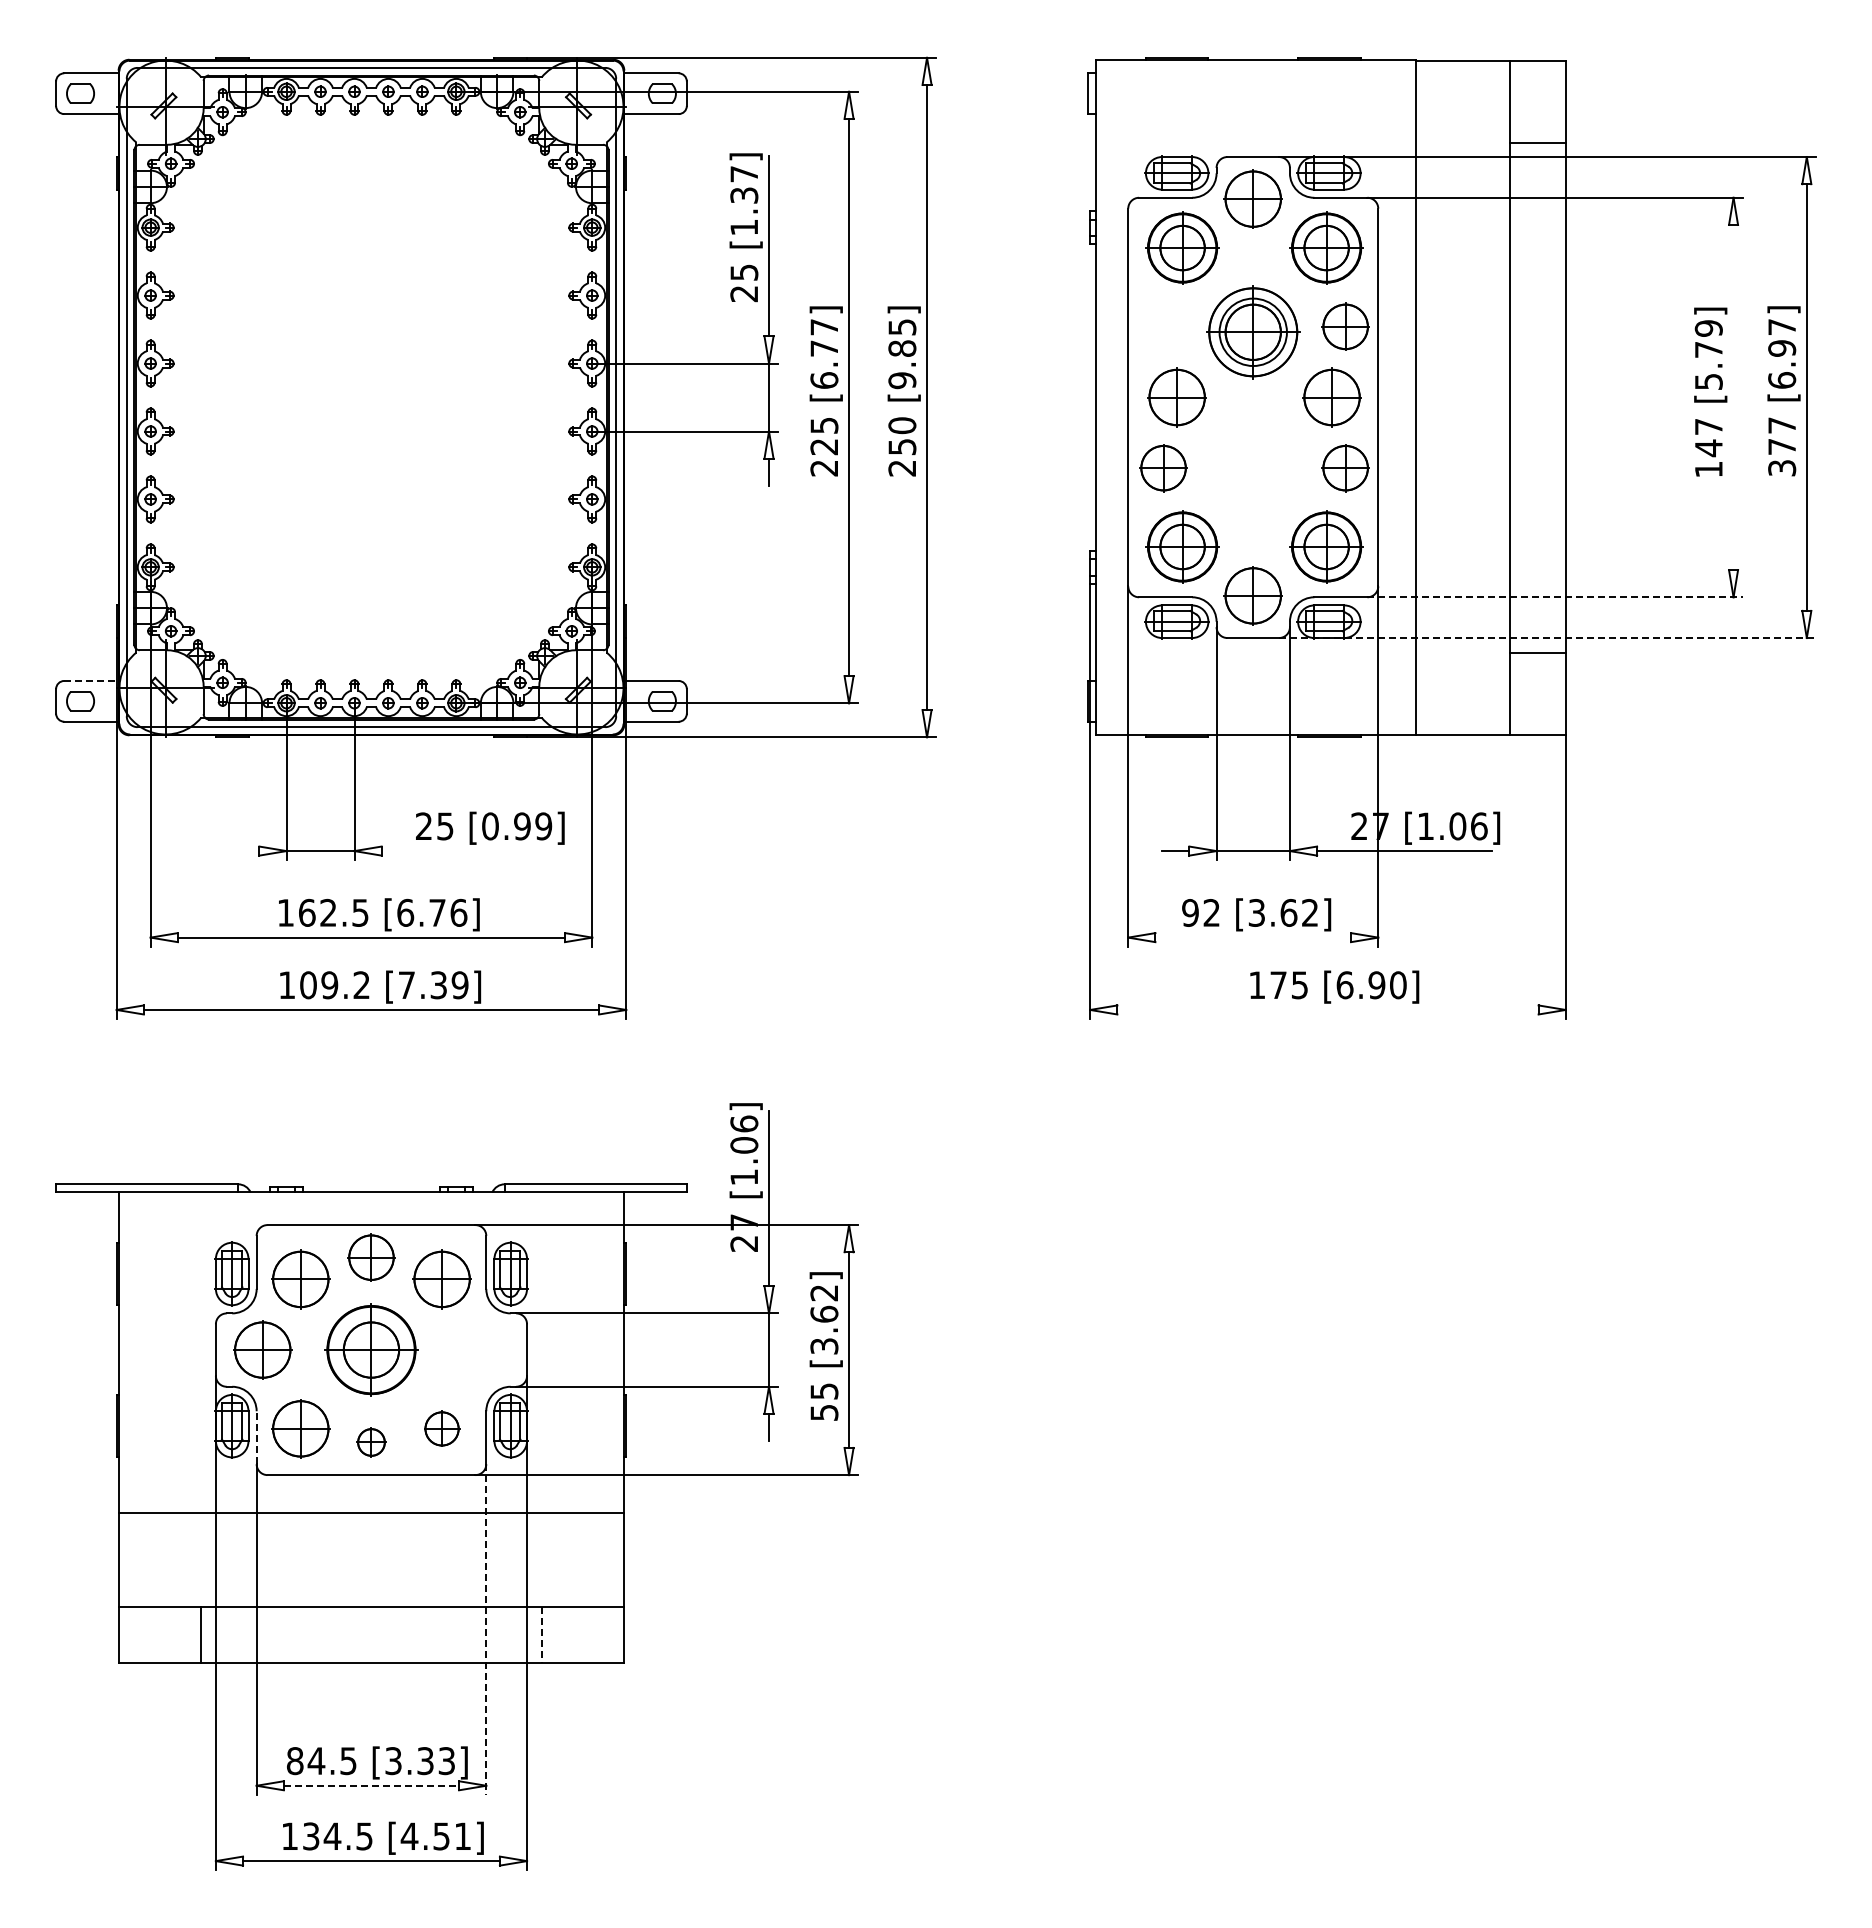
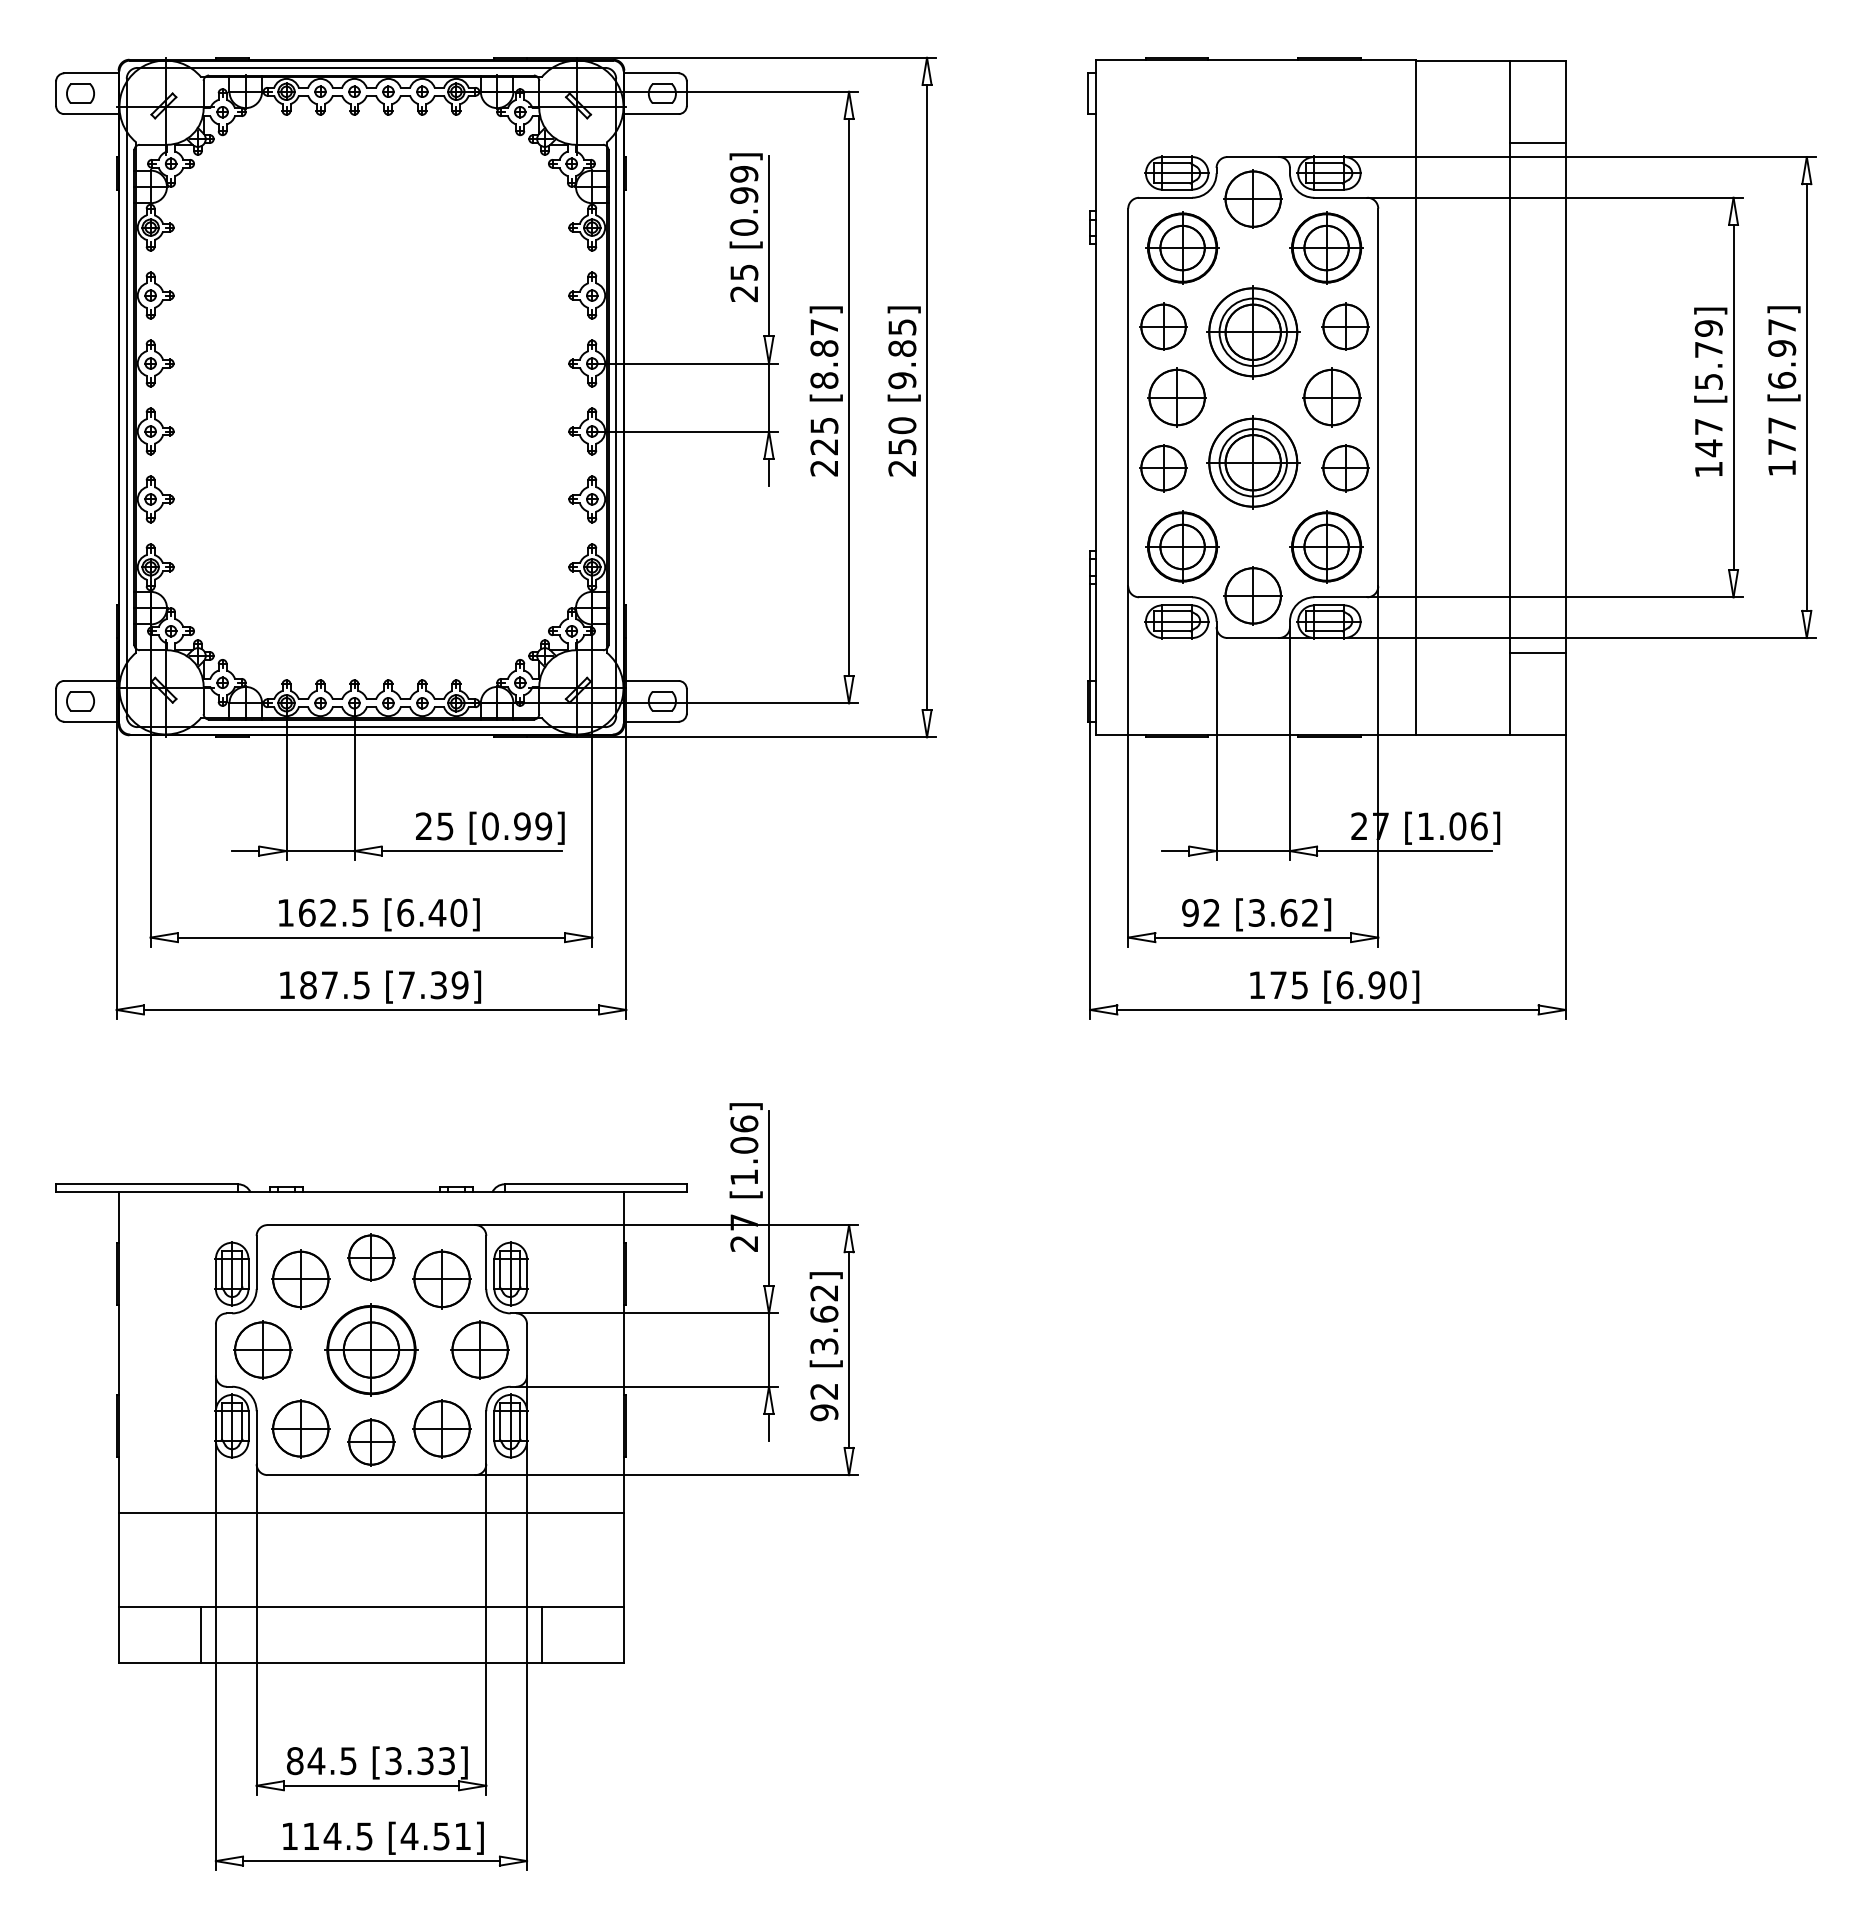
text at (744, 200): [1.37] -> [0.99]
part at (1163, 326): none -> present
text at (824, 364): [6.77] -> [8.87]
line at (1733, 397): none -> present
part at (1253, 462): none -> present
text at (1782, 468): 377 -> 177
line at (1555, 597): dashed -> solid
line at (1547, 638): dashed -> solid
line at (91, 680): dashed -> solid
line at (245, 851): none -> present
line at (471, 851): none -> present
text at (447, 912): [6.76] -> [6.40]
line at (1253, 937): none -> present
text at (334, 985): 109.2 -> 187.5
line at (1327, 1009): none -> present
part at (479, 1349): none -> present
text at (824, 1402): 55 -> 92
part at (442, 1428) size: 37x37 px -> 60x60 px
line at (256, 1437): dashed -> solid
part at (371, 1442) size: 31x31 px -> 49x49 px
line at (486, 1630): dashed -> solid
line at (541, 1634): dashed -> solid
line at (371, 1785): dashed -> solid
text at (311, 1836): 134.5 -> 114.5
